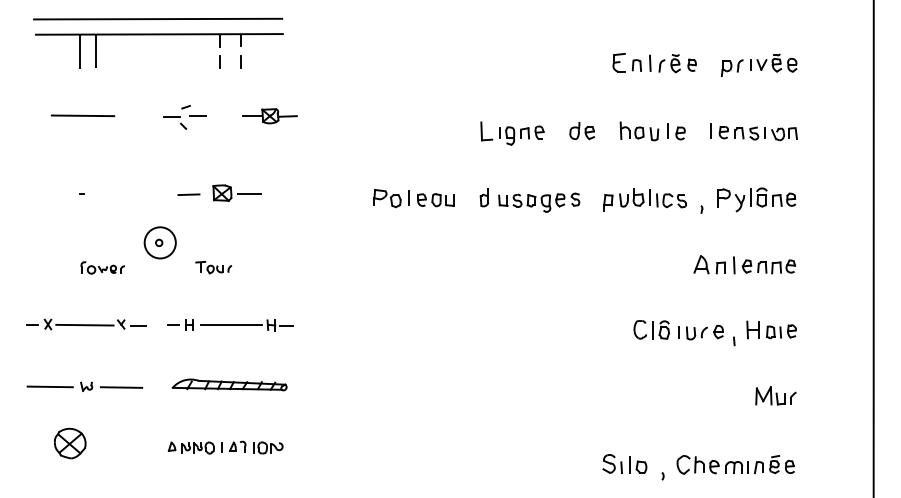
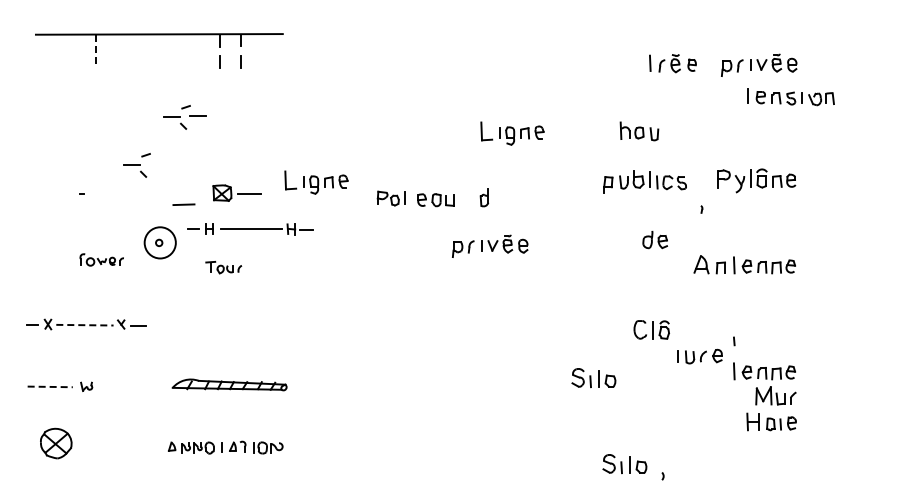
line at (158, 18): present -> none
line at (96, 50): solid -> dashed
line at (79, 51): present -> none
part at (626, 62): present -> none
line at (82, 115): present -> none
part at (269, 116): present -> none
part at (581, 130) position: (581, 130) -> (654, 239)
part at (676, 131): present -> none
part at (753, 132) position: (753, 132) -> (790, 97)
part at (136, 165): none -> present
part at (316, 182): none -> present
line at (188, 194) position: (188, 194) -> (183, 204)
part at (391, 198) size: 37x20 px -> 30x17 px
part at (644, 199) position: (644, 199) -> (644, 181)
part at (756, 199) position: (756, 199) -> (756, 180)
part at (539, 202): present -> none
part at (490, 245): none -> present
line at (873, 248): present -> none
part at (102, 267) position: (102, 267) -> (101, 259)
part at (213, 267) position: (213, 267) -> (223, 267)
line at (84, 325): solid -> dashed
part at (230, 325) position: (230, 325) -> (250, 229)
part at (771, 329) position: (771, 329) -> (771, 421)
part at (700, 332) position: (700, 332) -> (699, 356)
part at (764, 371): none -> present
part at (593, 378): none -> present
line at (50, 386): solid -> dashed
line at (121, 387): present -> none
part at (70, 443) position: (70, 443) -> (56, 443)
part at (735, 464): present -> none
